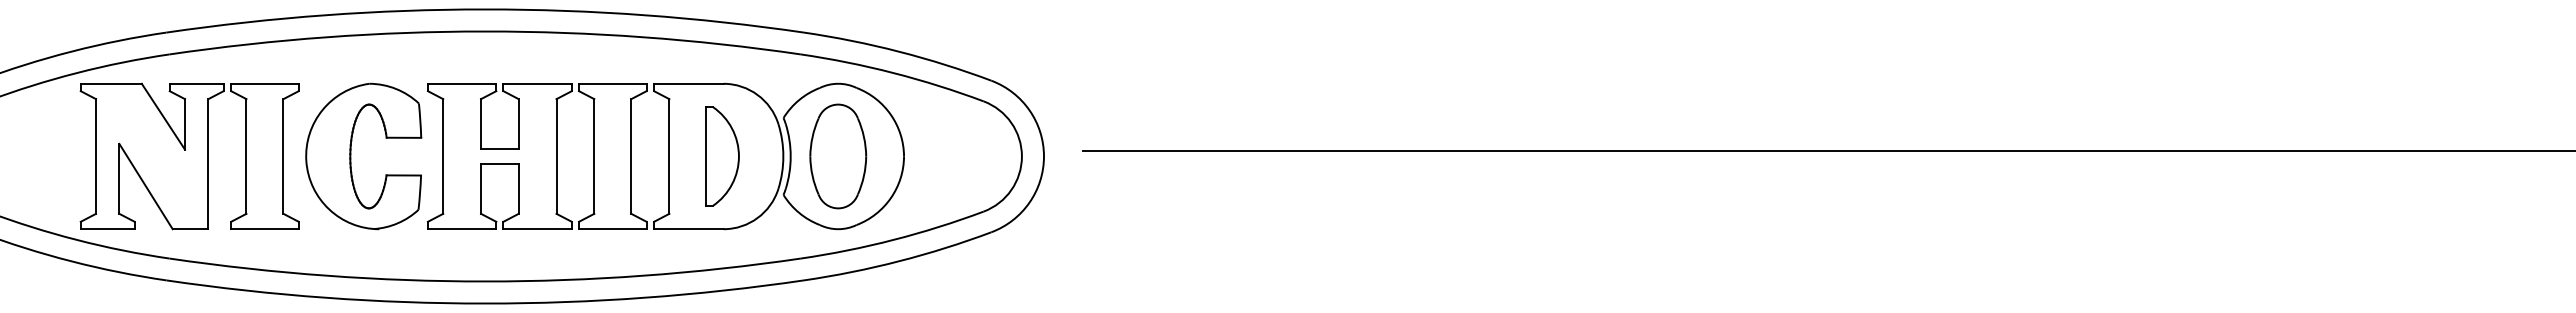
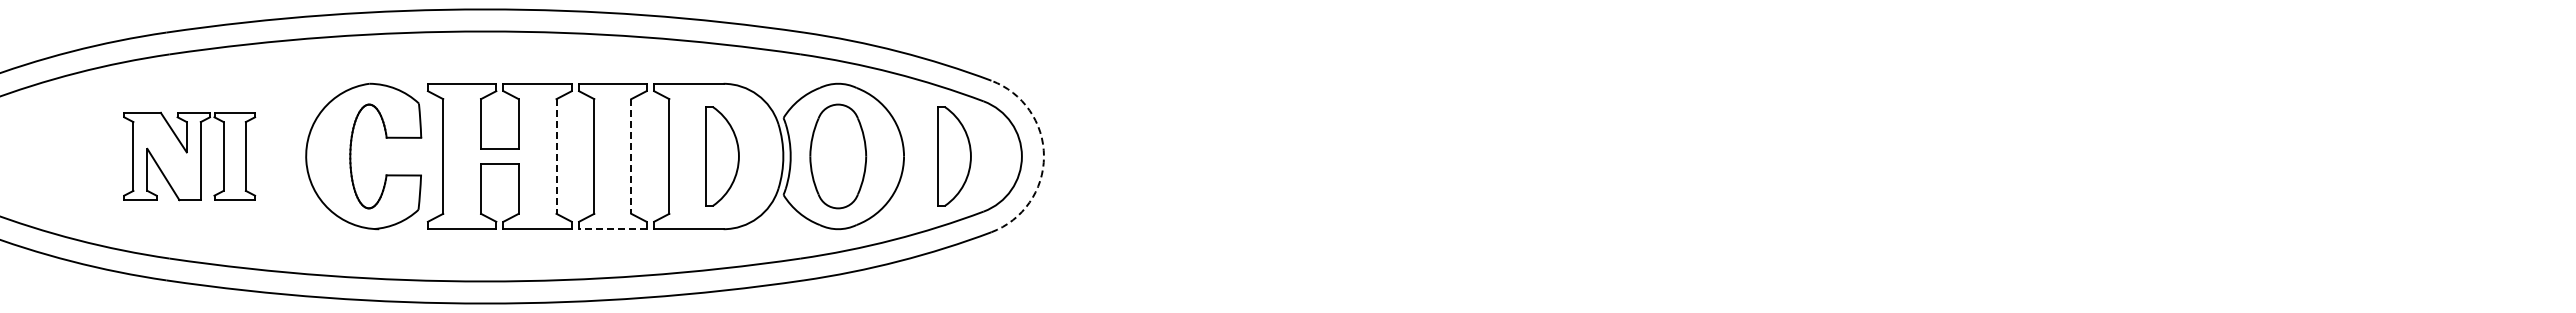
line at (1827, 150): present -> none
part at (189, 156) size: 221x149 px -> 134x91 px
line at (556, 156): solid -> dashed
line at (631, 156): solid -> dashed
part at (954, 156): none -> present
arc at (1043, 156): solid -> dashed
line at (612, 229): solid -> dashed
